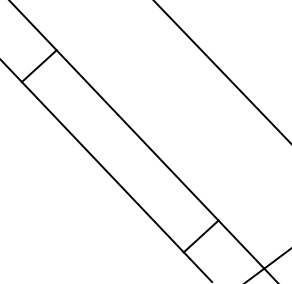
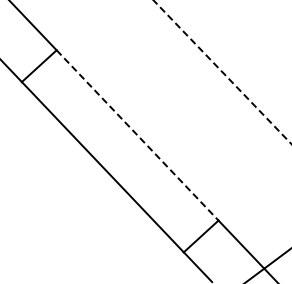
line at (223, 72): solid -> dashed
line at (137, 135): solid -> dashed
